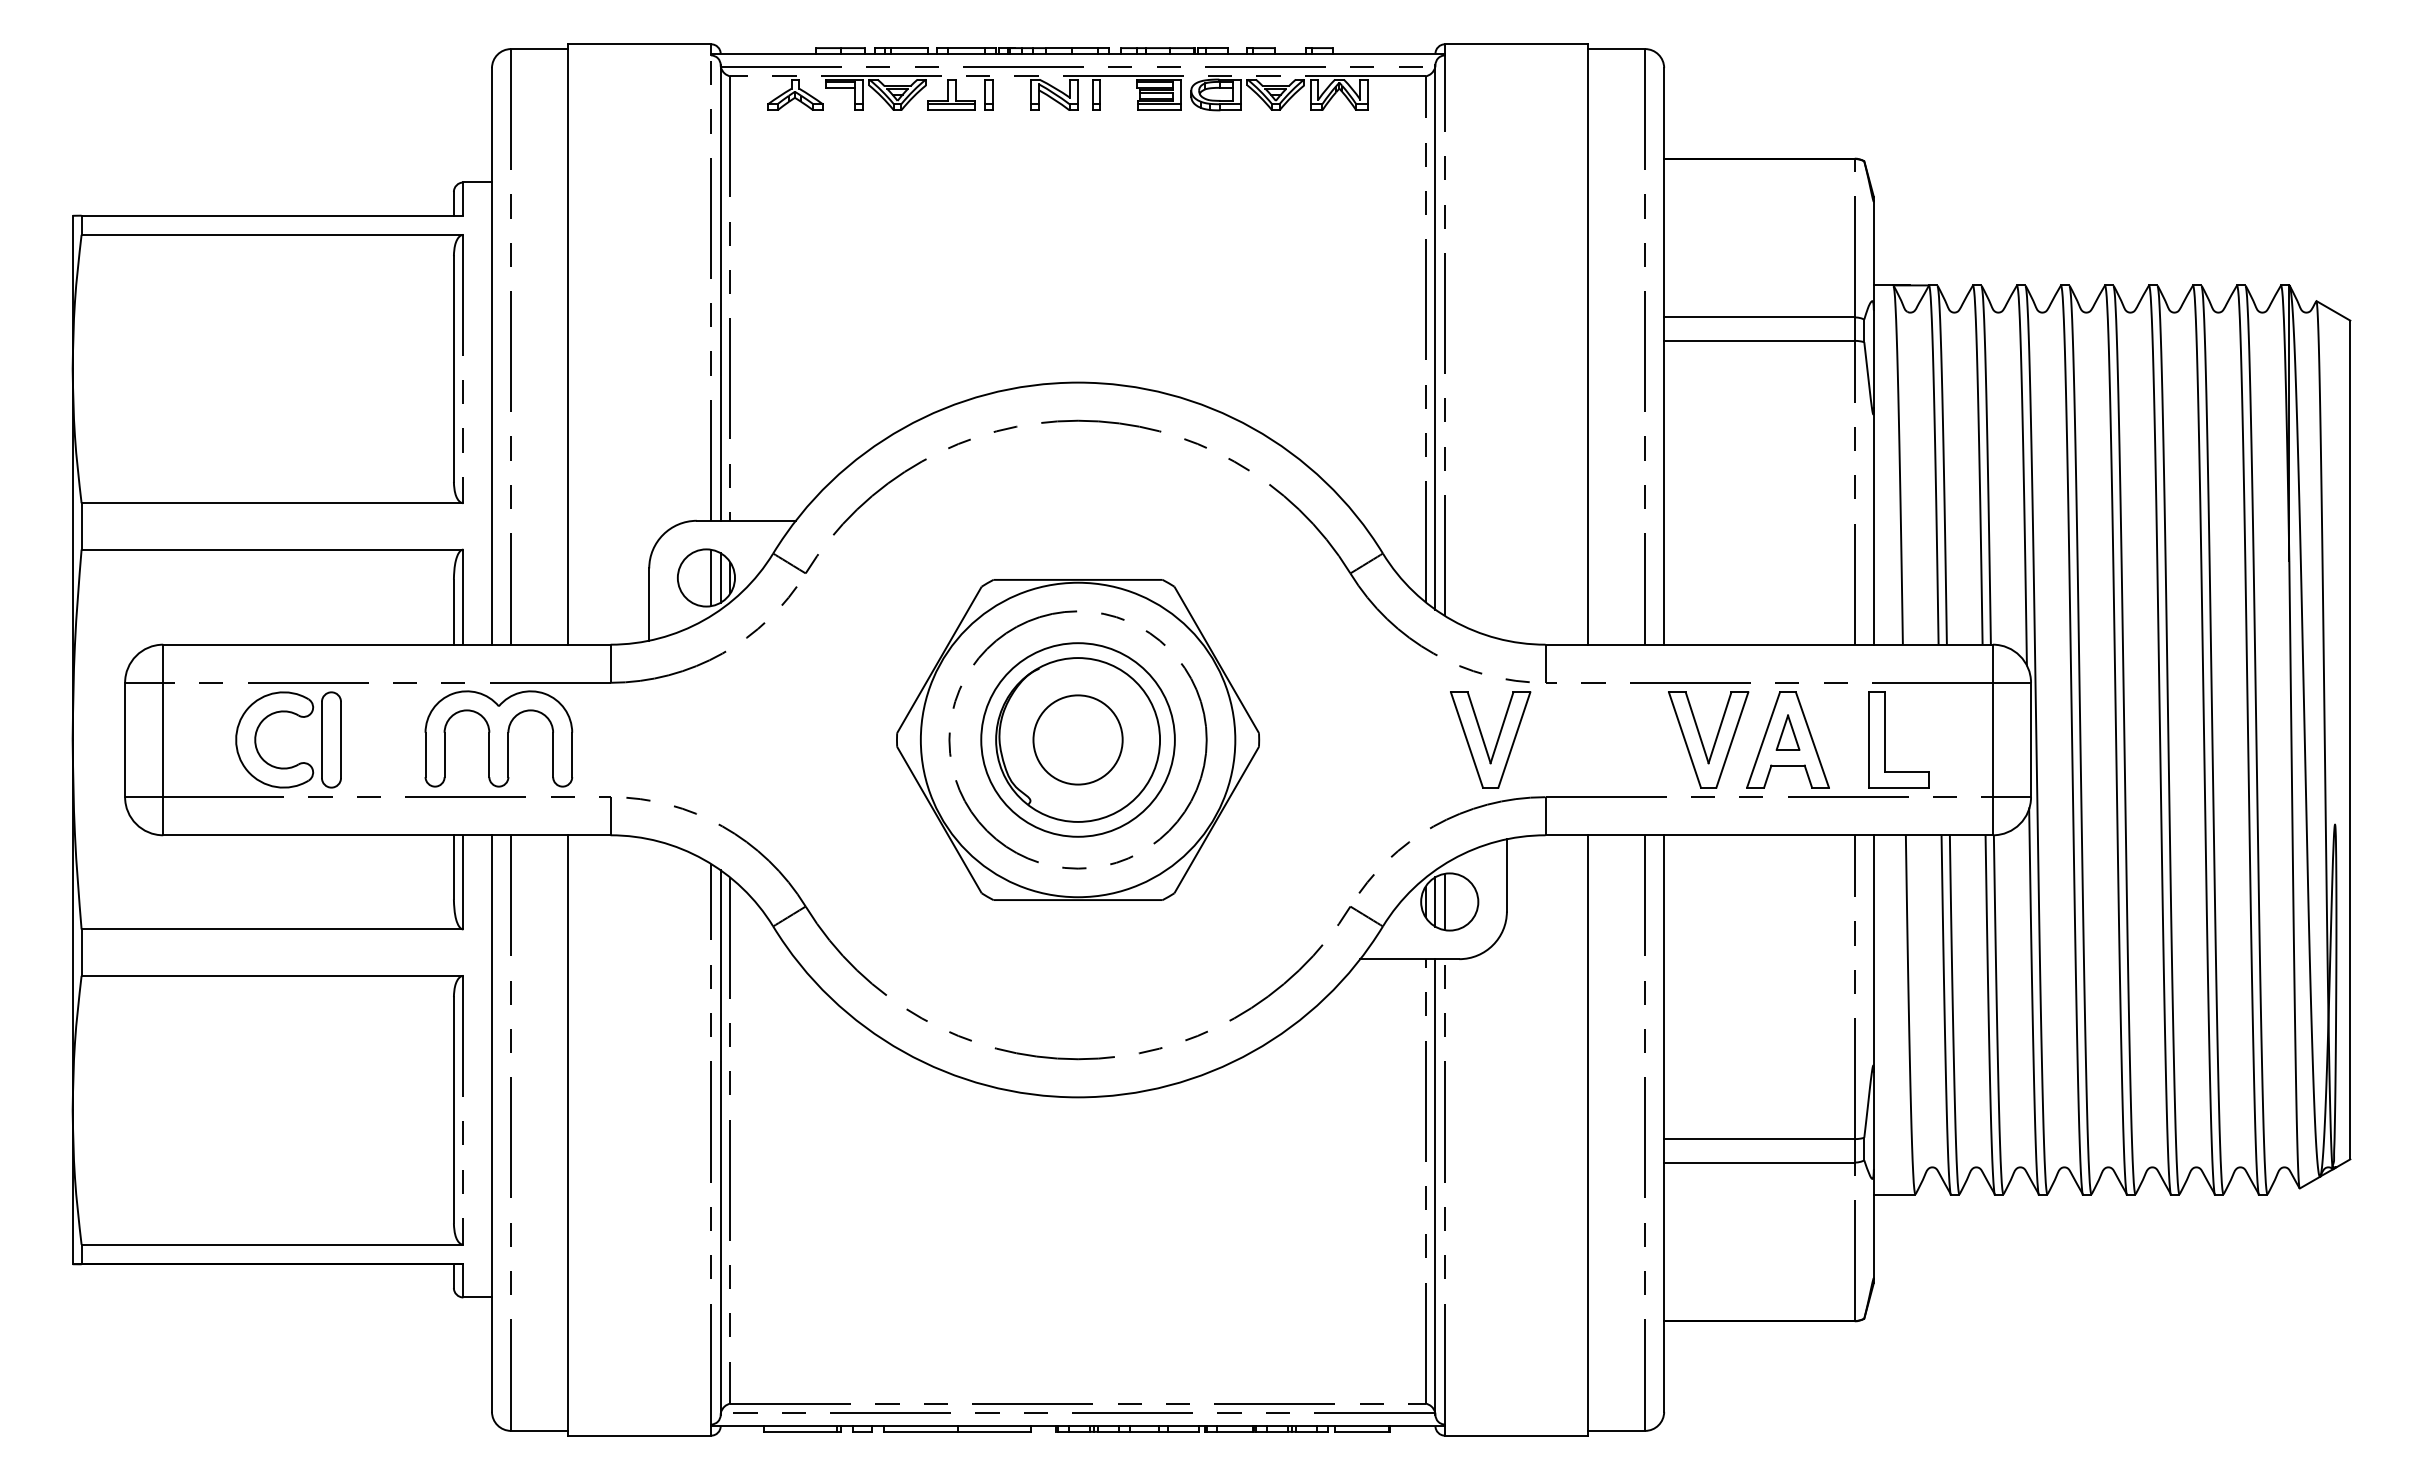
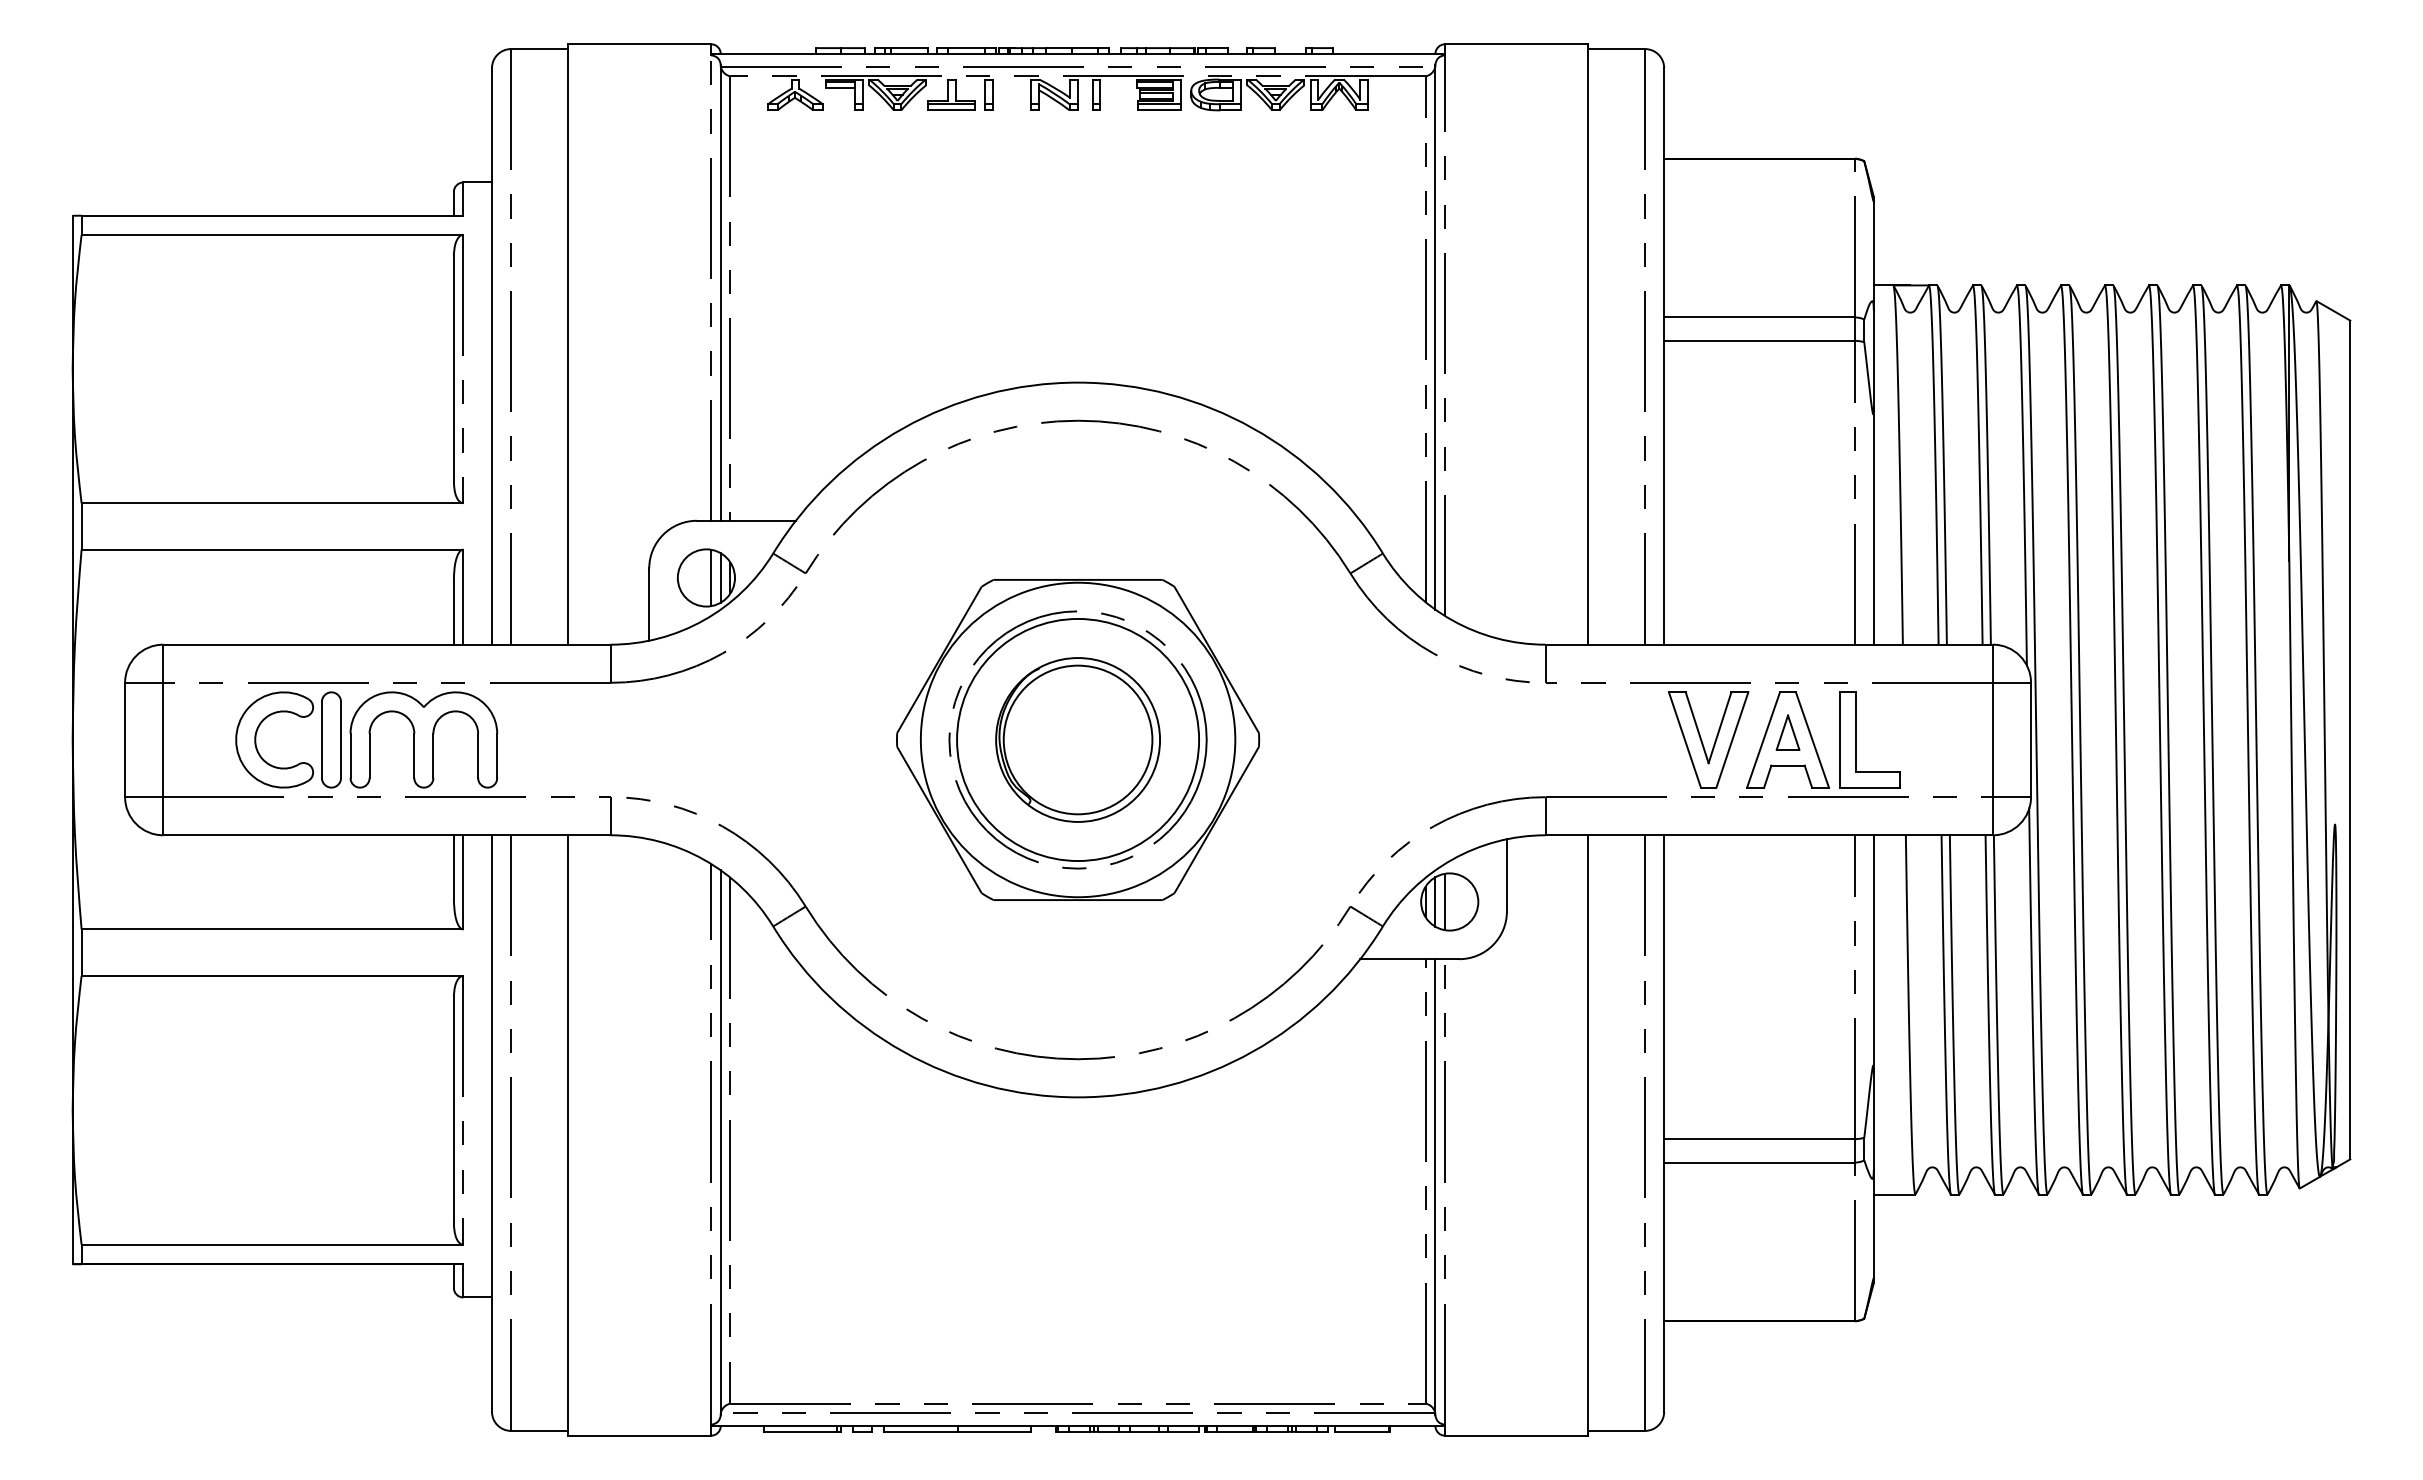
part at (498, 738) position: (498, 738) -> (423, 739)
circle at (1077, 739) diameter: 194 px -> 242 px
circle at (1077, 739) diameter: 89 px -> 149 px
part at (1885, 739) position: (1885, 739) -> (1856, 739)
part at (1484, 740): present -> none
